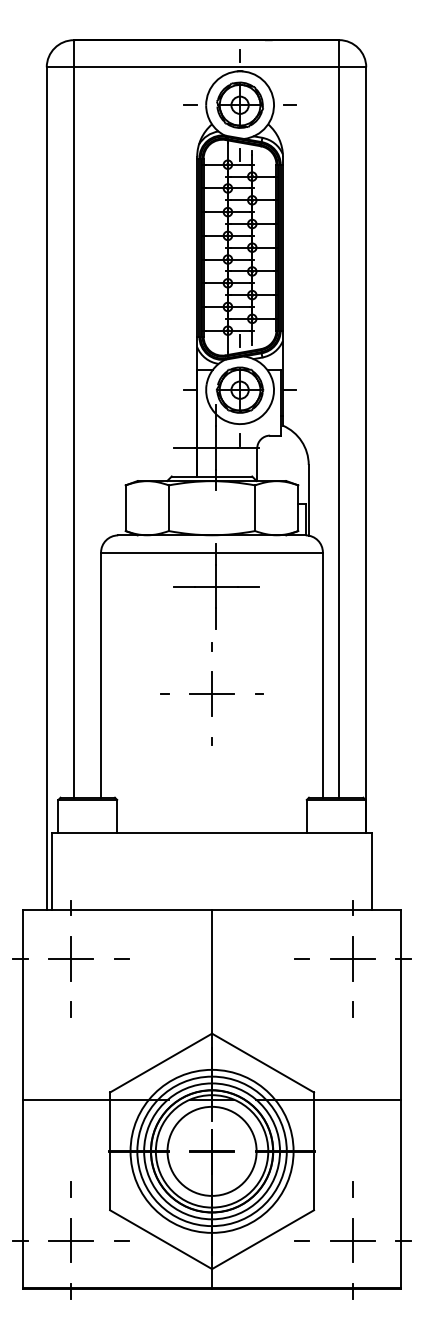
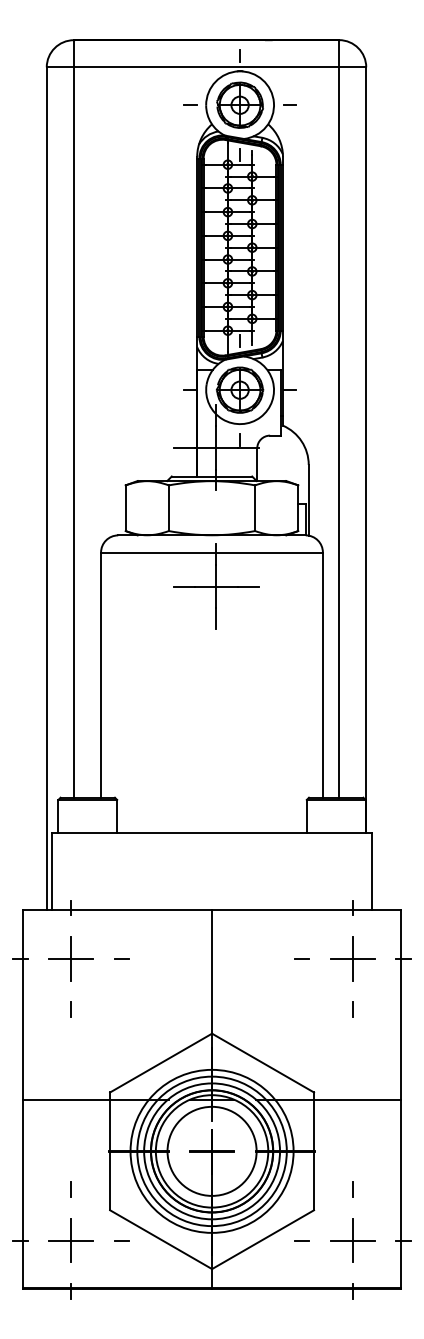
part at (211, 693): present -> none
